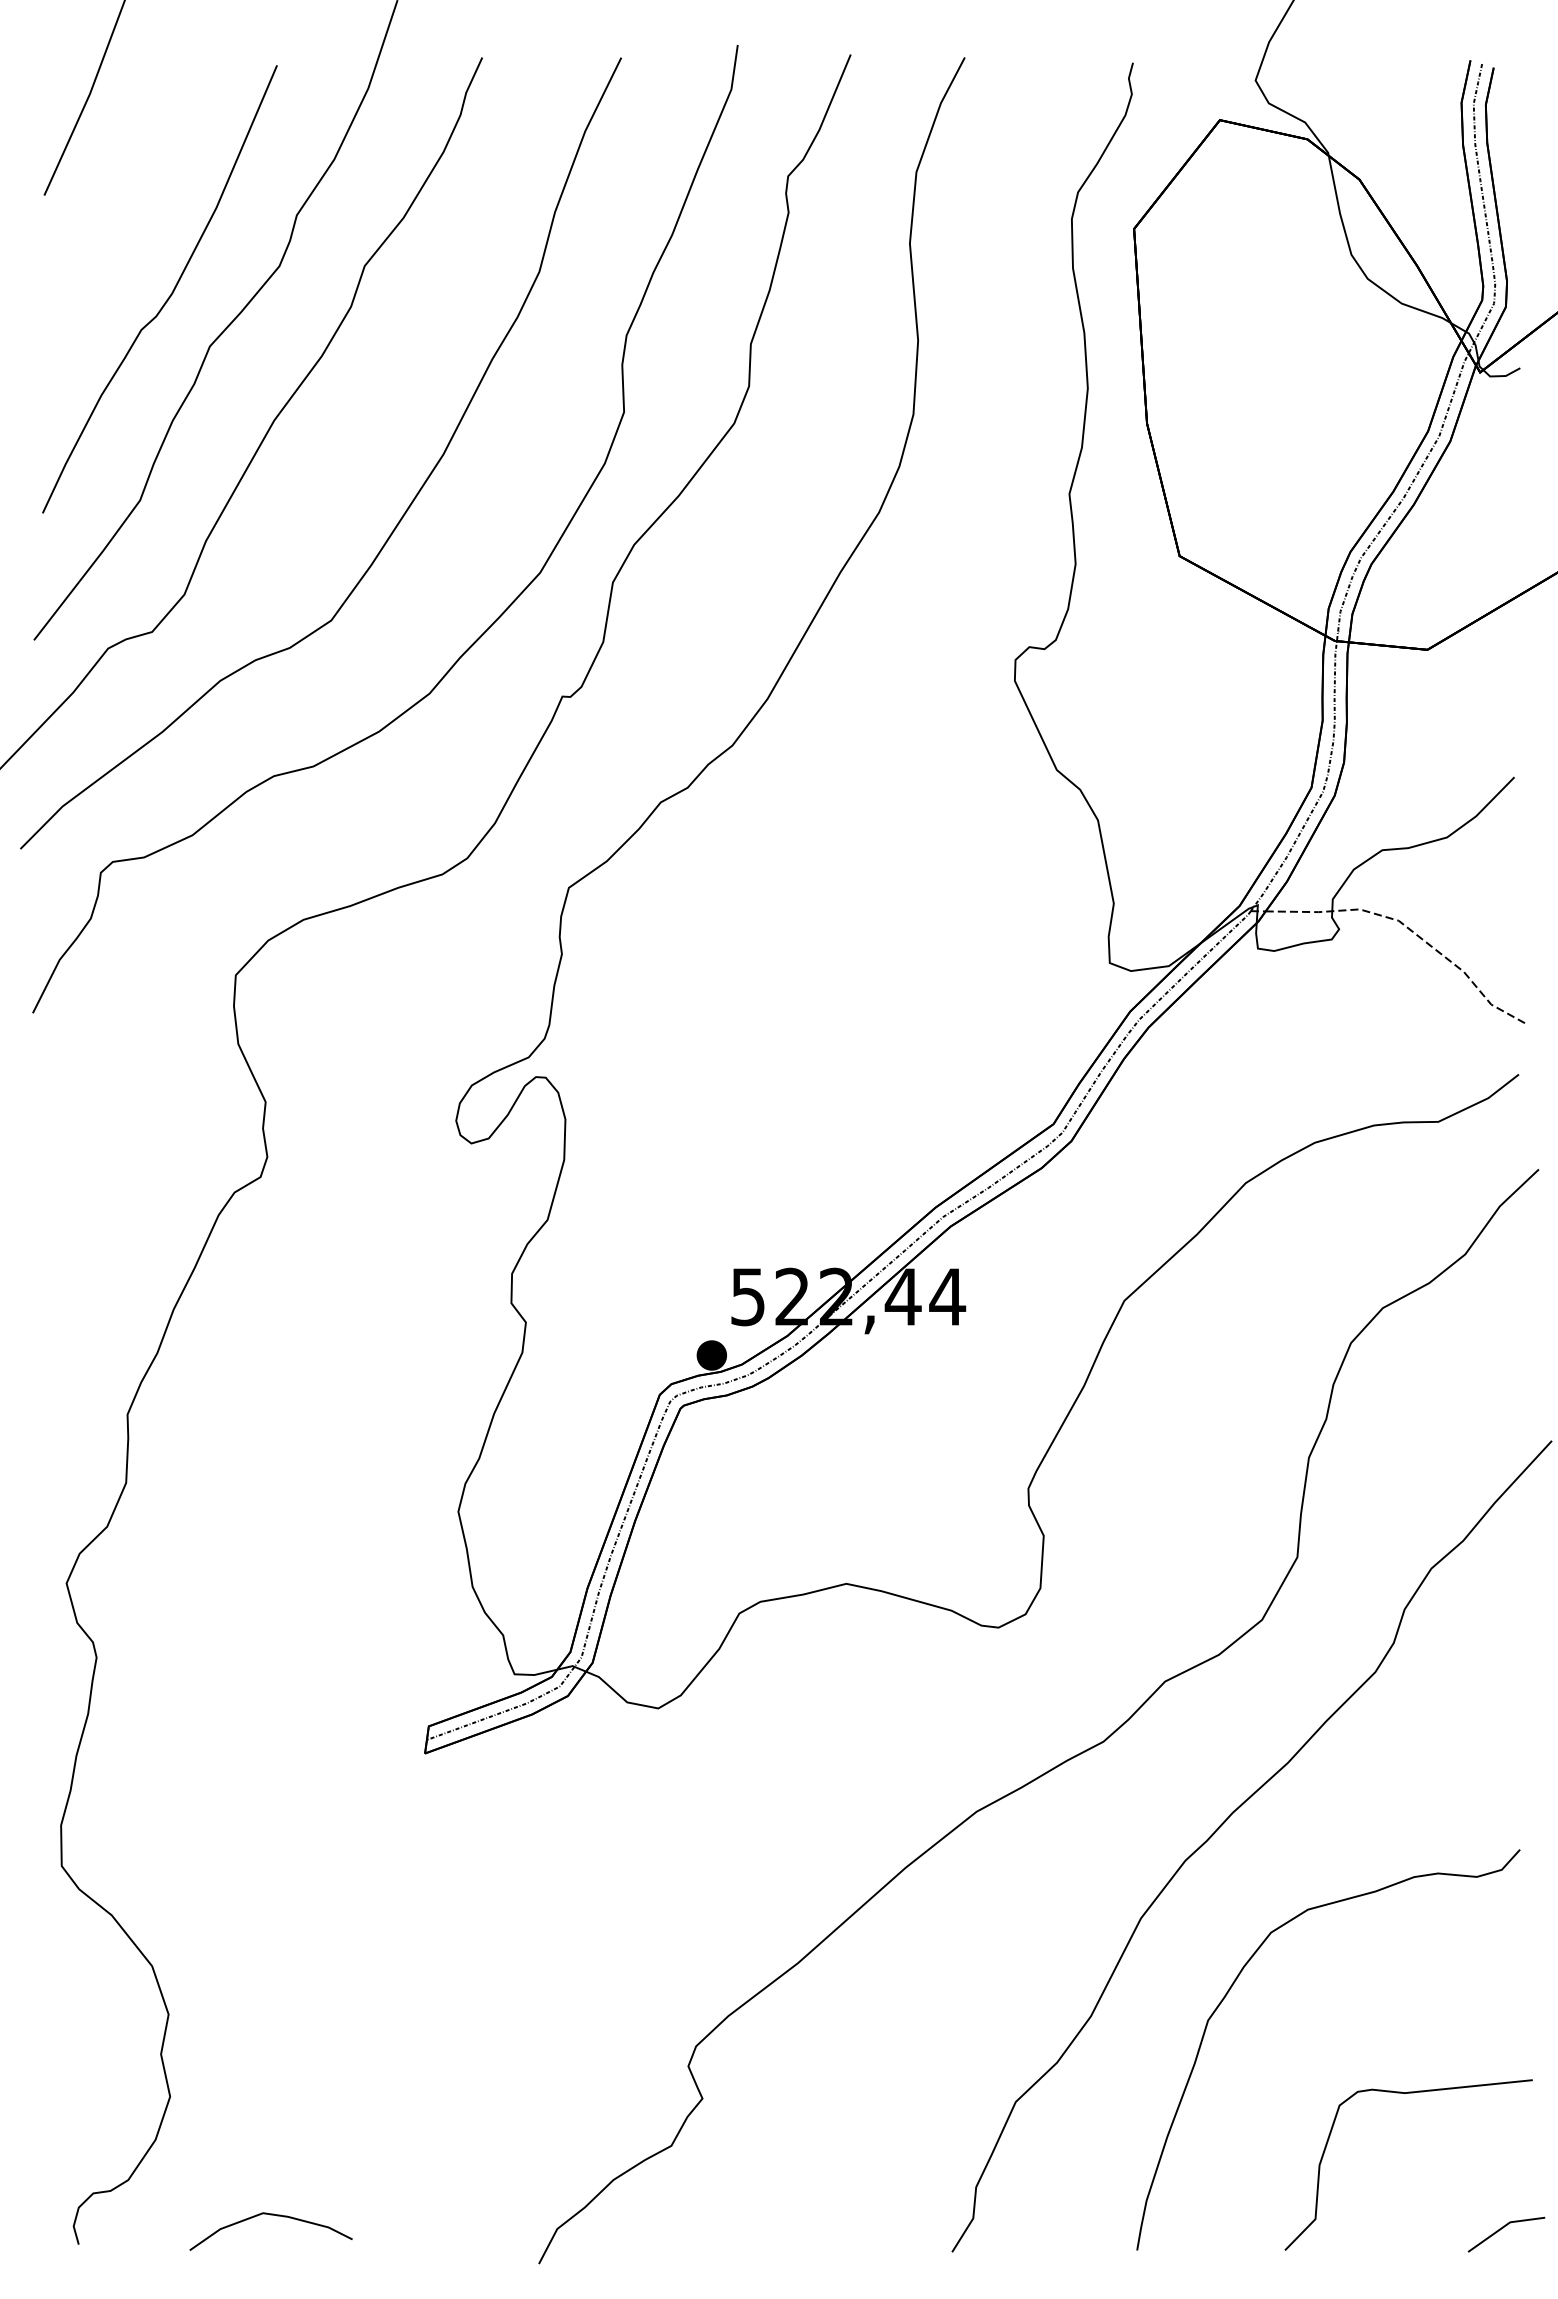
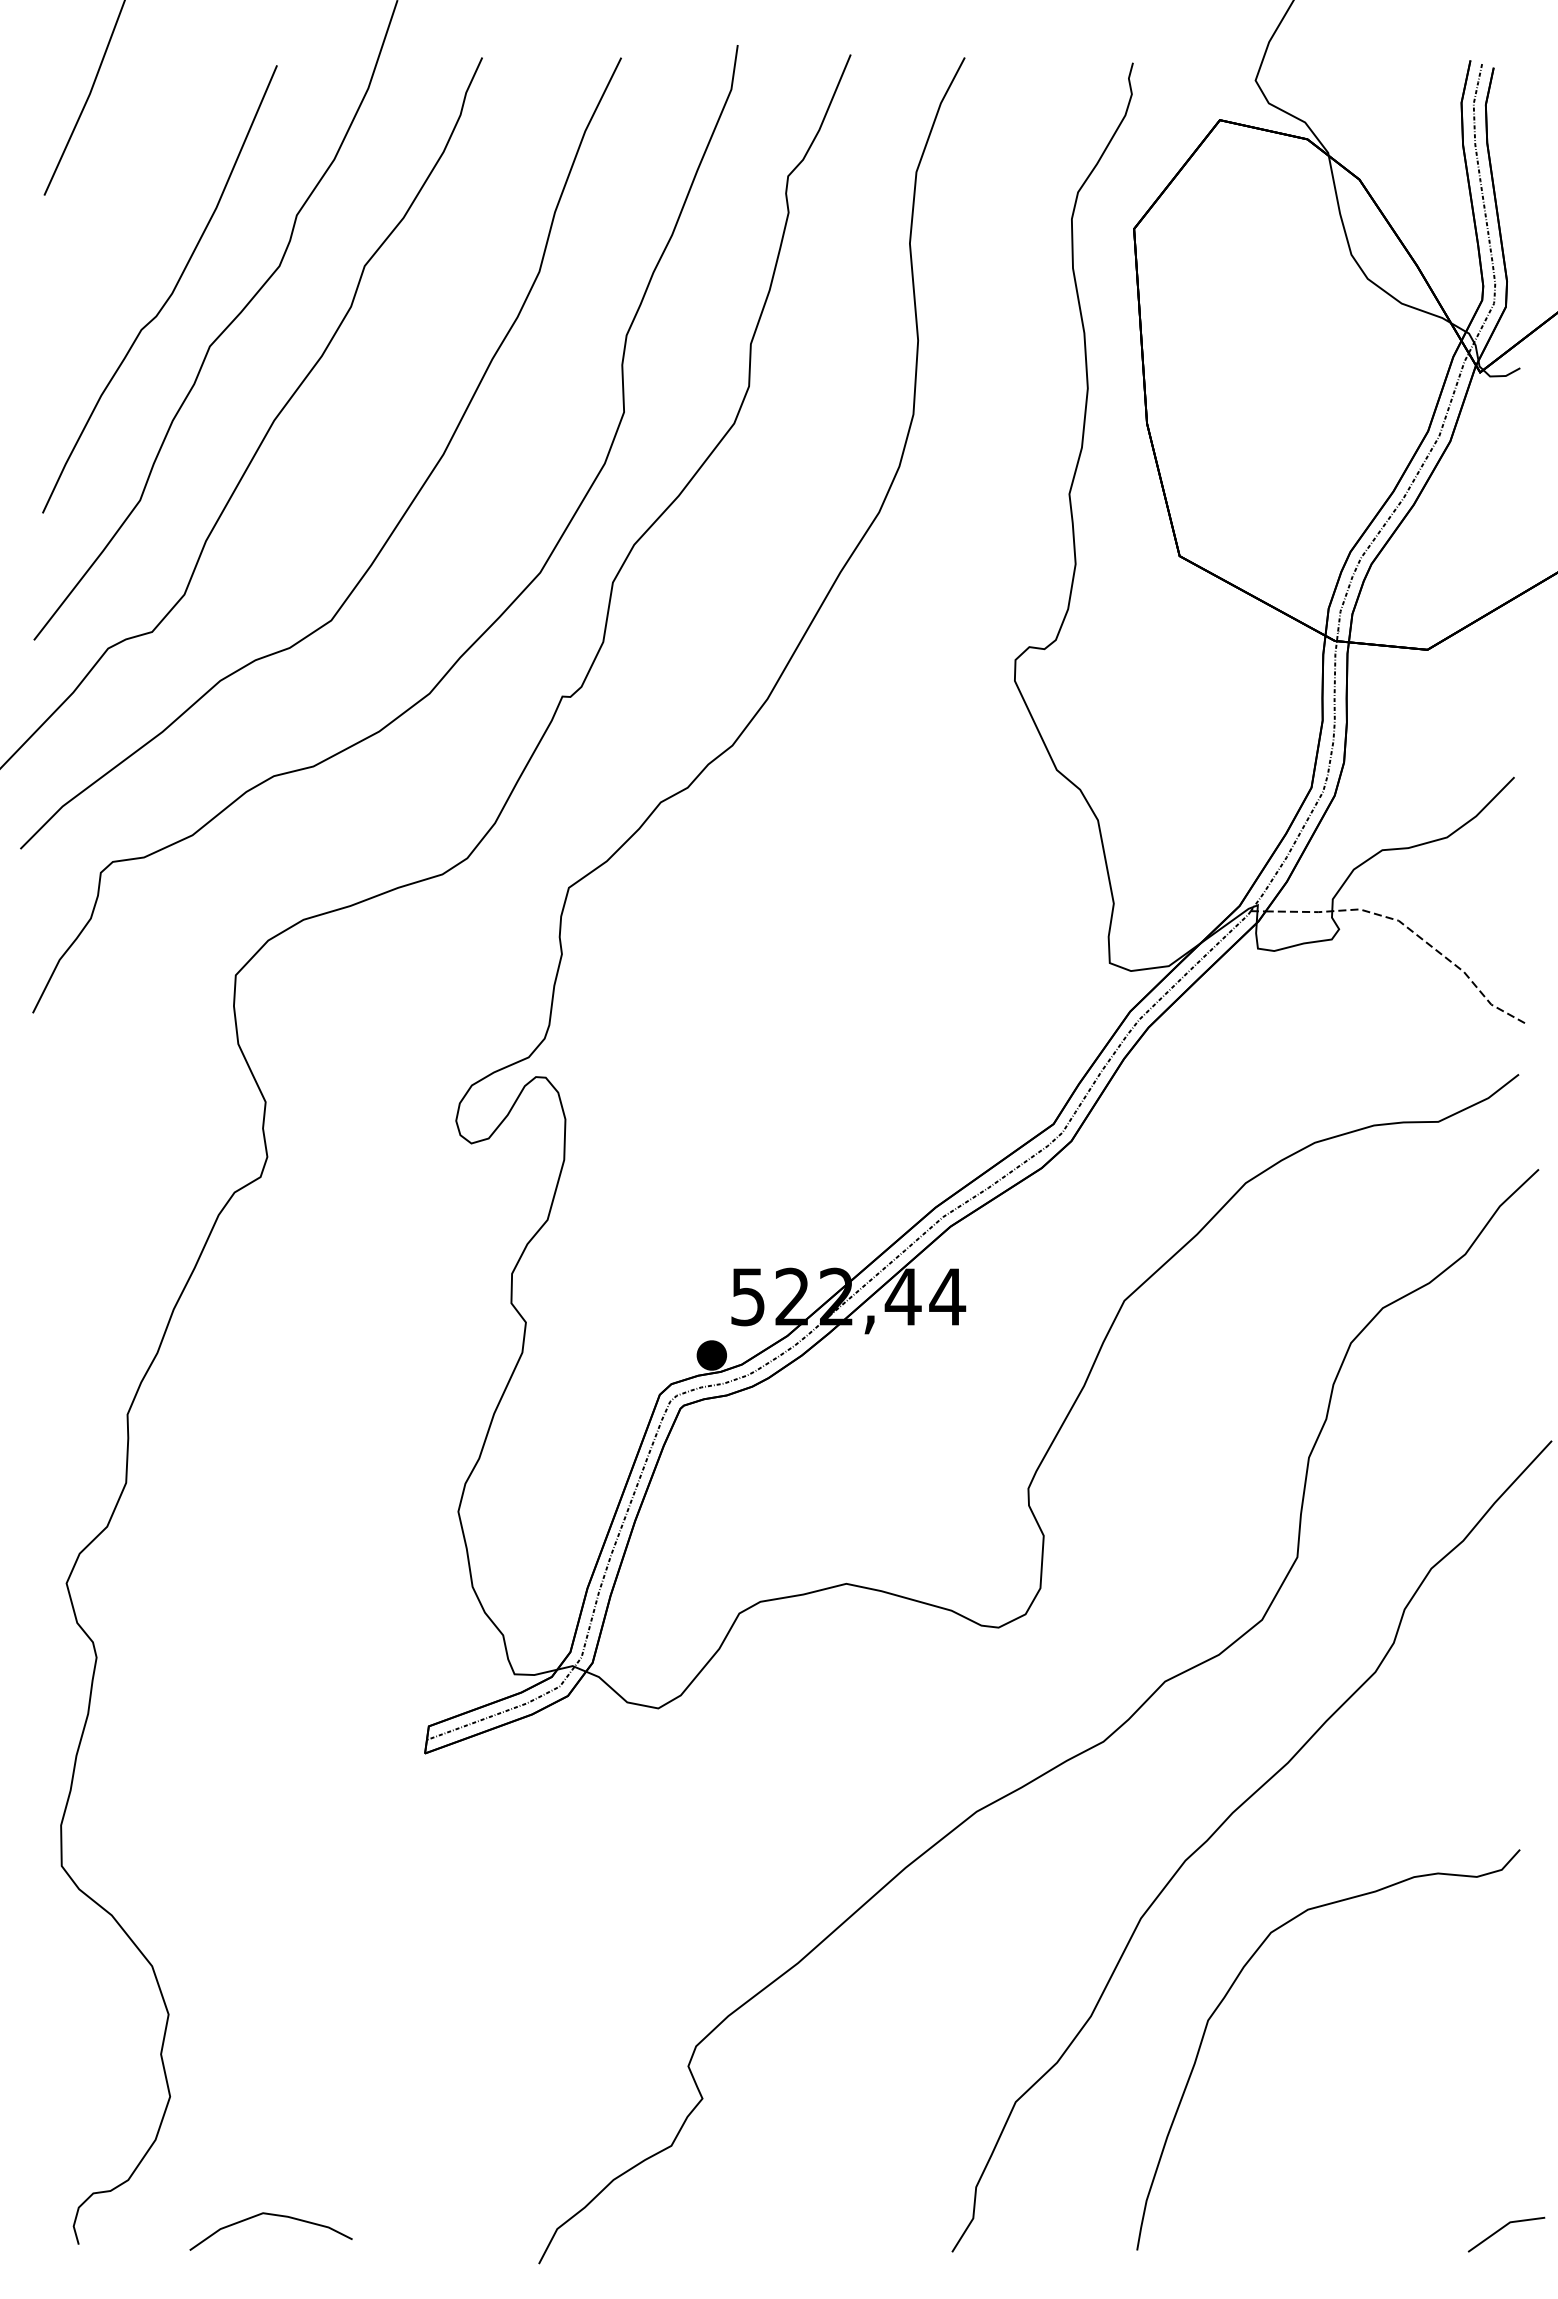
curve at (1408, 2093): present -> none
